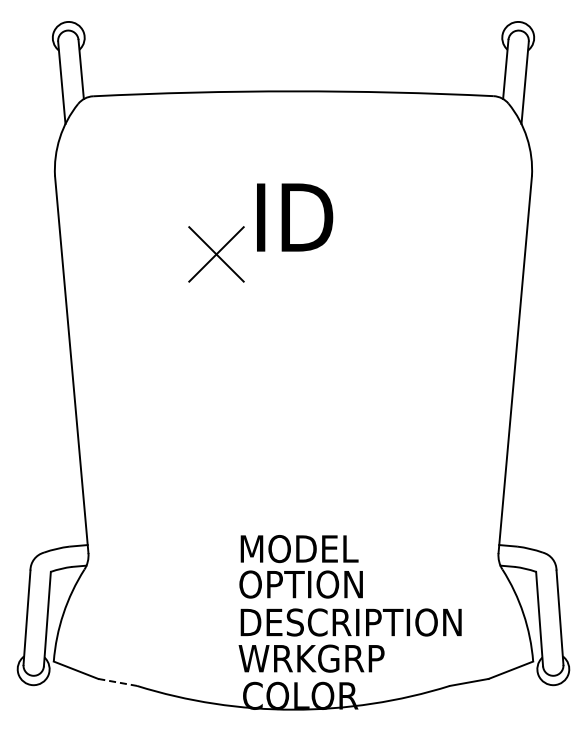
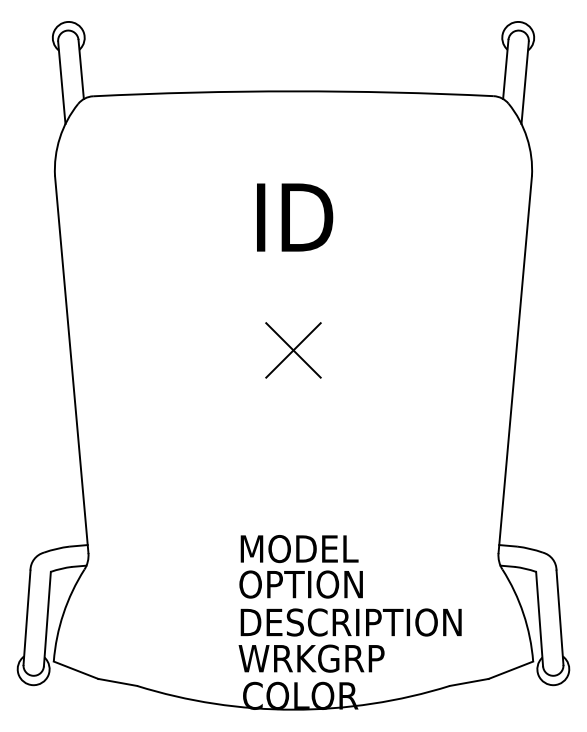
part at (216, 254) position: (216, 254) -> (293, 350)
line at (117, 682): dashed -> solid
